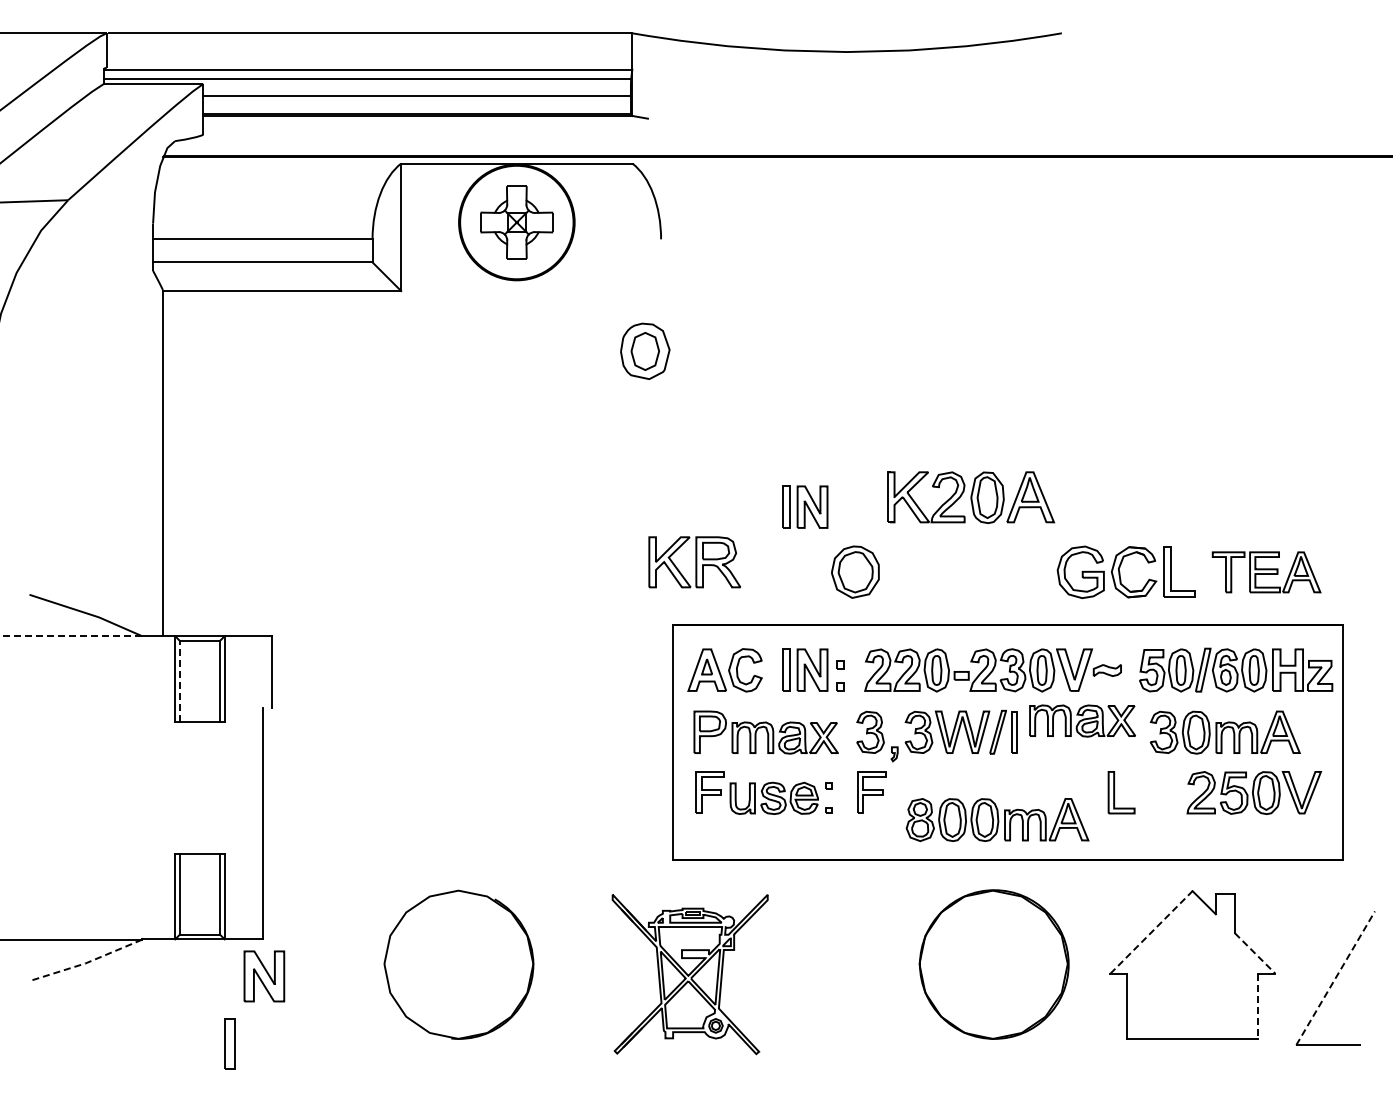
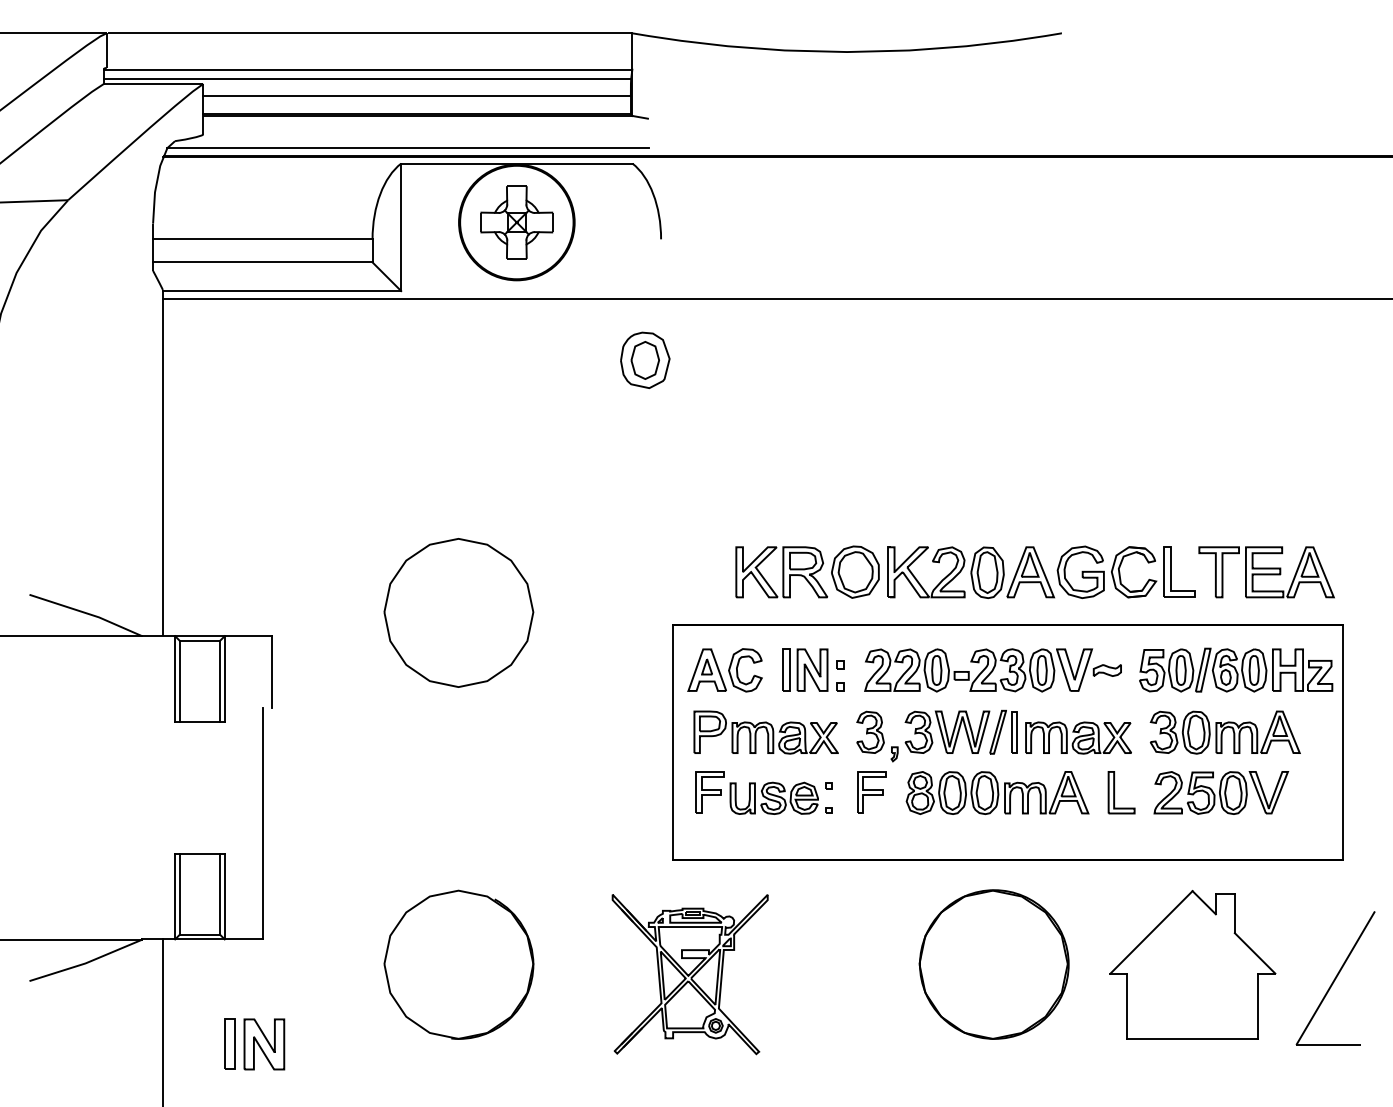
line at (408, 148): none -> present
line at (775, 298): none -> present
part at (645, 350) position: (645, 350) -> (645, 359)
part at (970, 497) position: (970, 497) -> (970, 572)
part at (805, 506): present -> none
part at (694, 562) position: (694, 562) -> (781, 572)
part at (1266, 572) size: 111x43 px -> 137x53 px
part at (458, 612): none -> present
line at (71, 636): dashed -> solid
line at (179, 680): dashed -> solid
part at (1082, 720) position: (1082, 720) -> (1078, 737)
part at (1254, 792) position: (1254, 792) -> (1221, 792)
part at (997, 819) position: (997, 819) -> (997, 792)
line at (1151, 932): dashed -> solid
line at (1255, 953): dashed -> solid
line at (86, 963): dashed -> solid
part at (264, 976) position: (264, 976) -> (264, 1044)
line at (1335, 978): dashed -> solid
line at (1258, 1006): dashed -> solid
line at (162, 1021): none -> present
